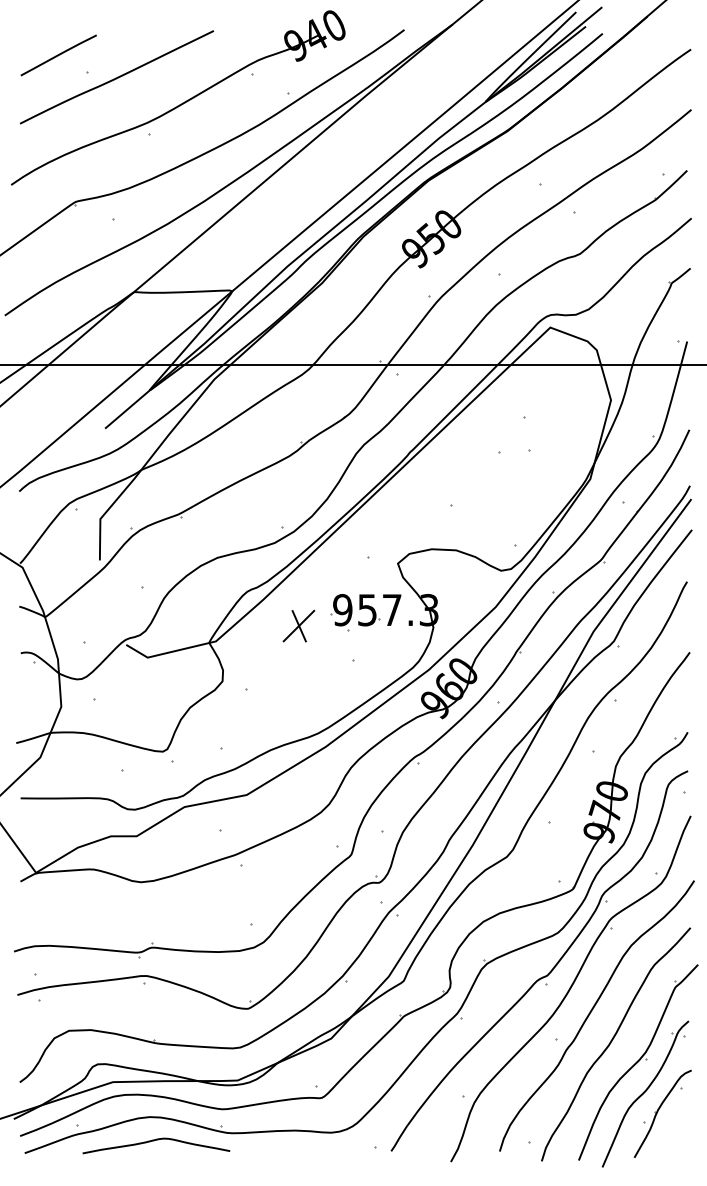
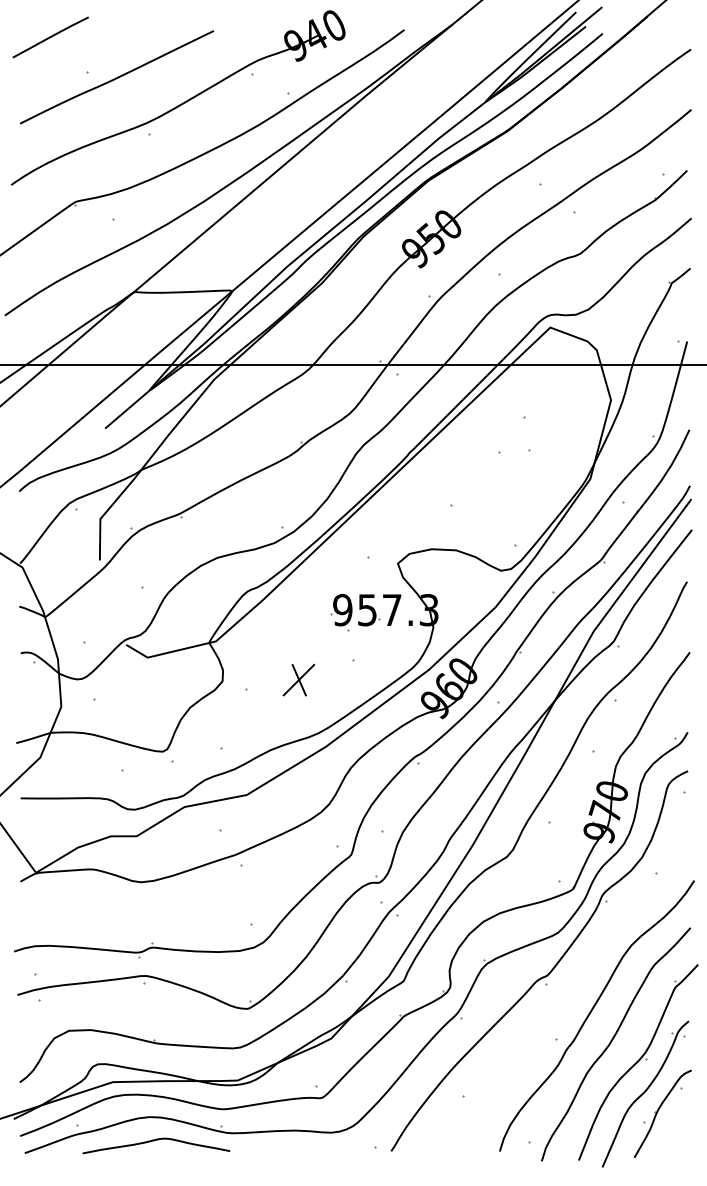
line at (58, 55) position: (58, 55) -> (50, 37)
part at (298, 625) position: (298, 625) -> (298, 679)
part at (570, 988): present -> none
